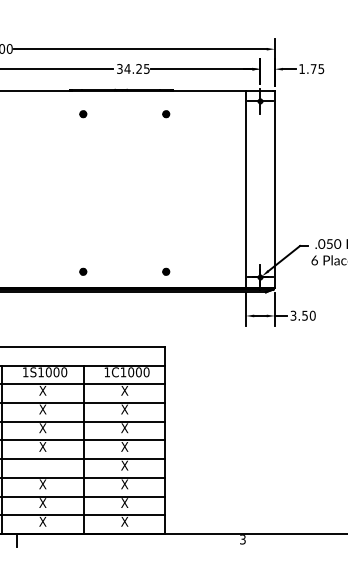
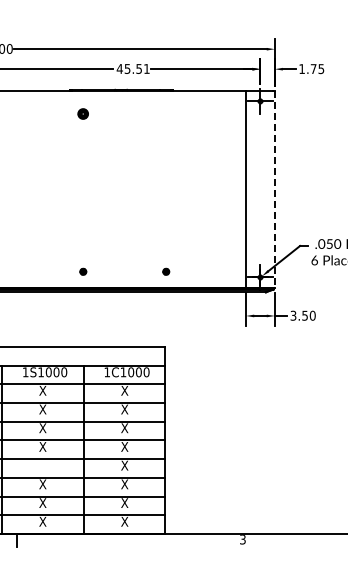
text at (132, 68): 34.25 -> 45.51
part at (83, 114) size: 9x9 px -> 12x12 px
part at (166, 114): present -> none
line at (274, 189): solid -> dashed
